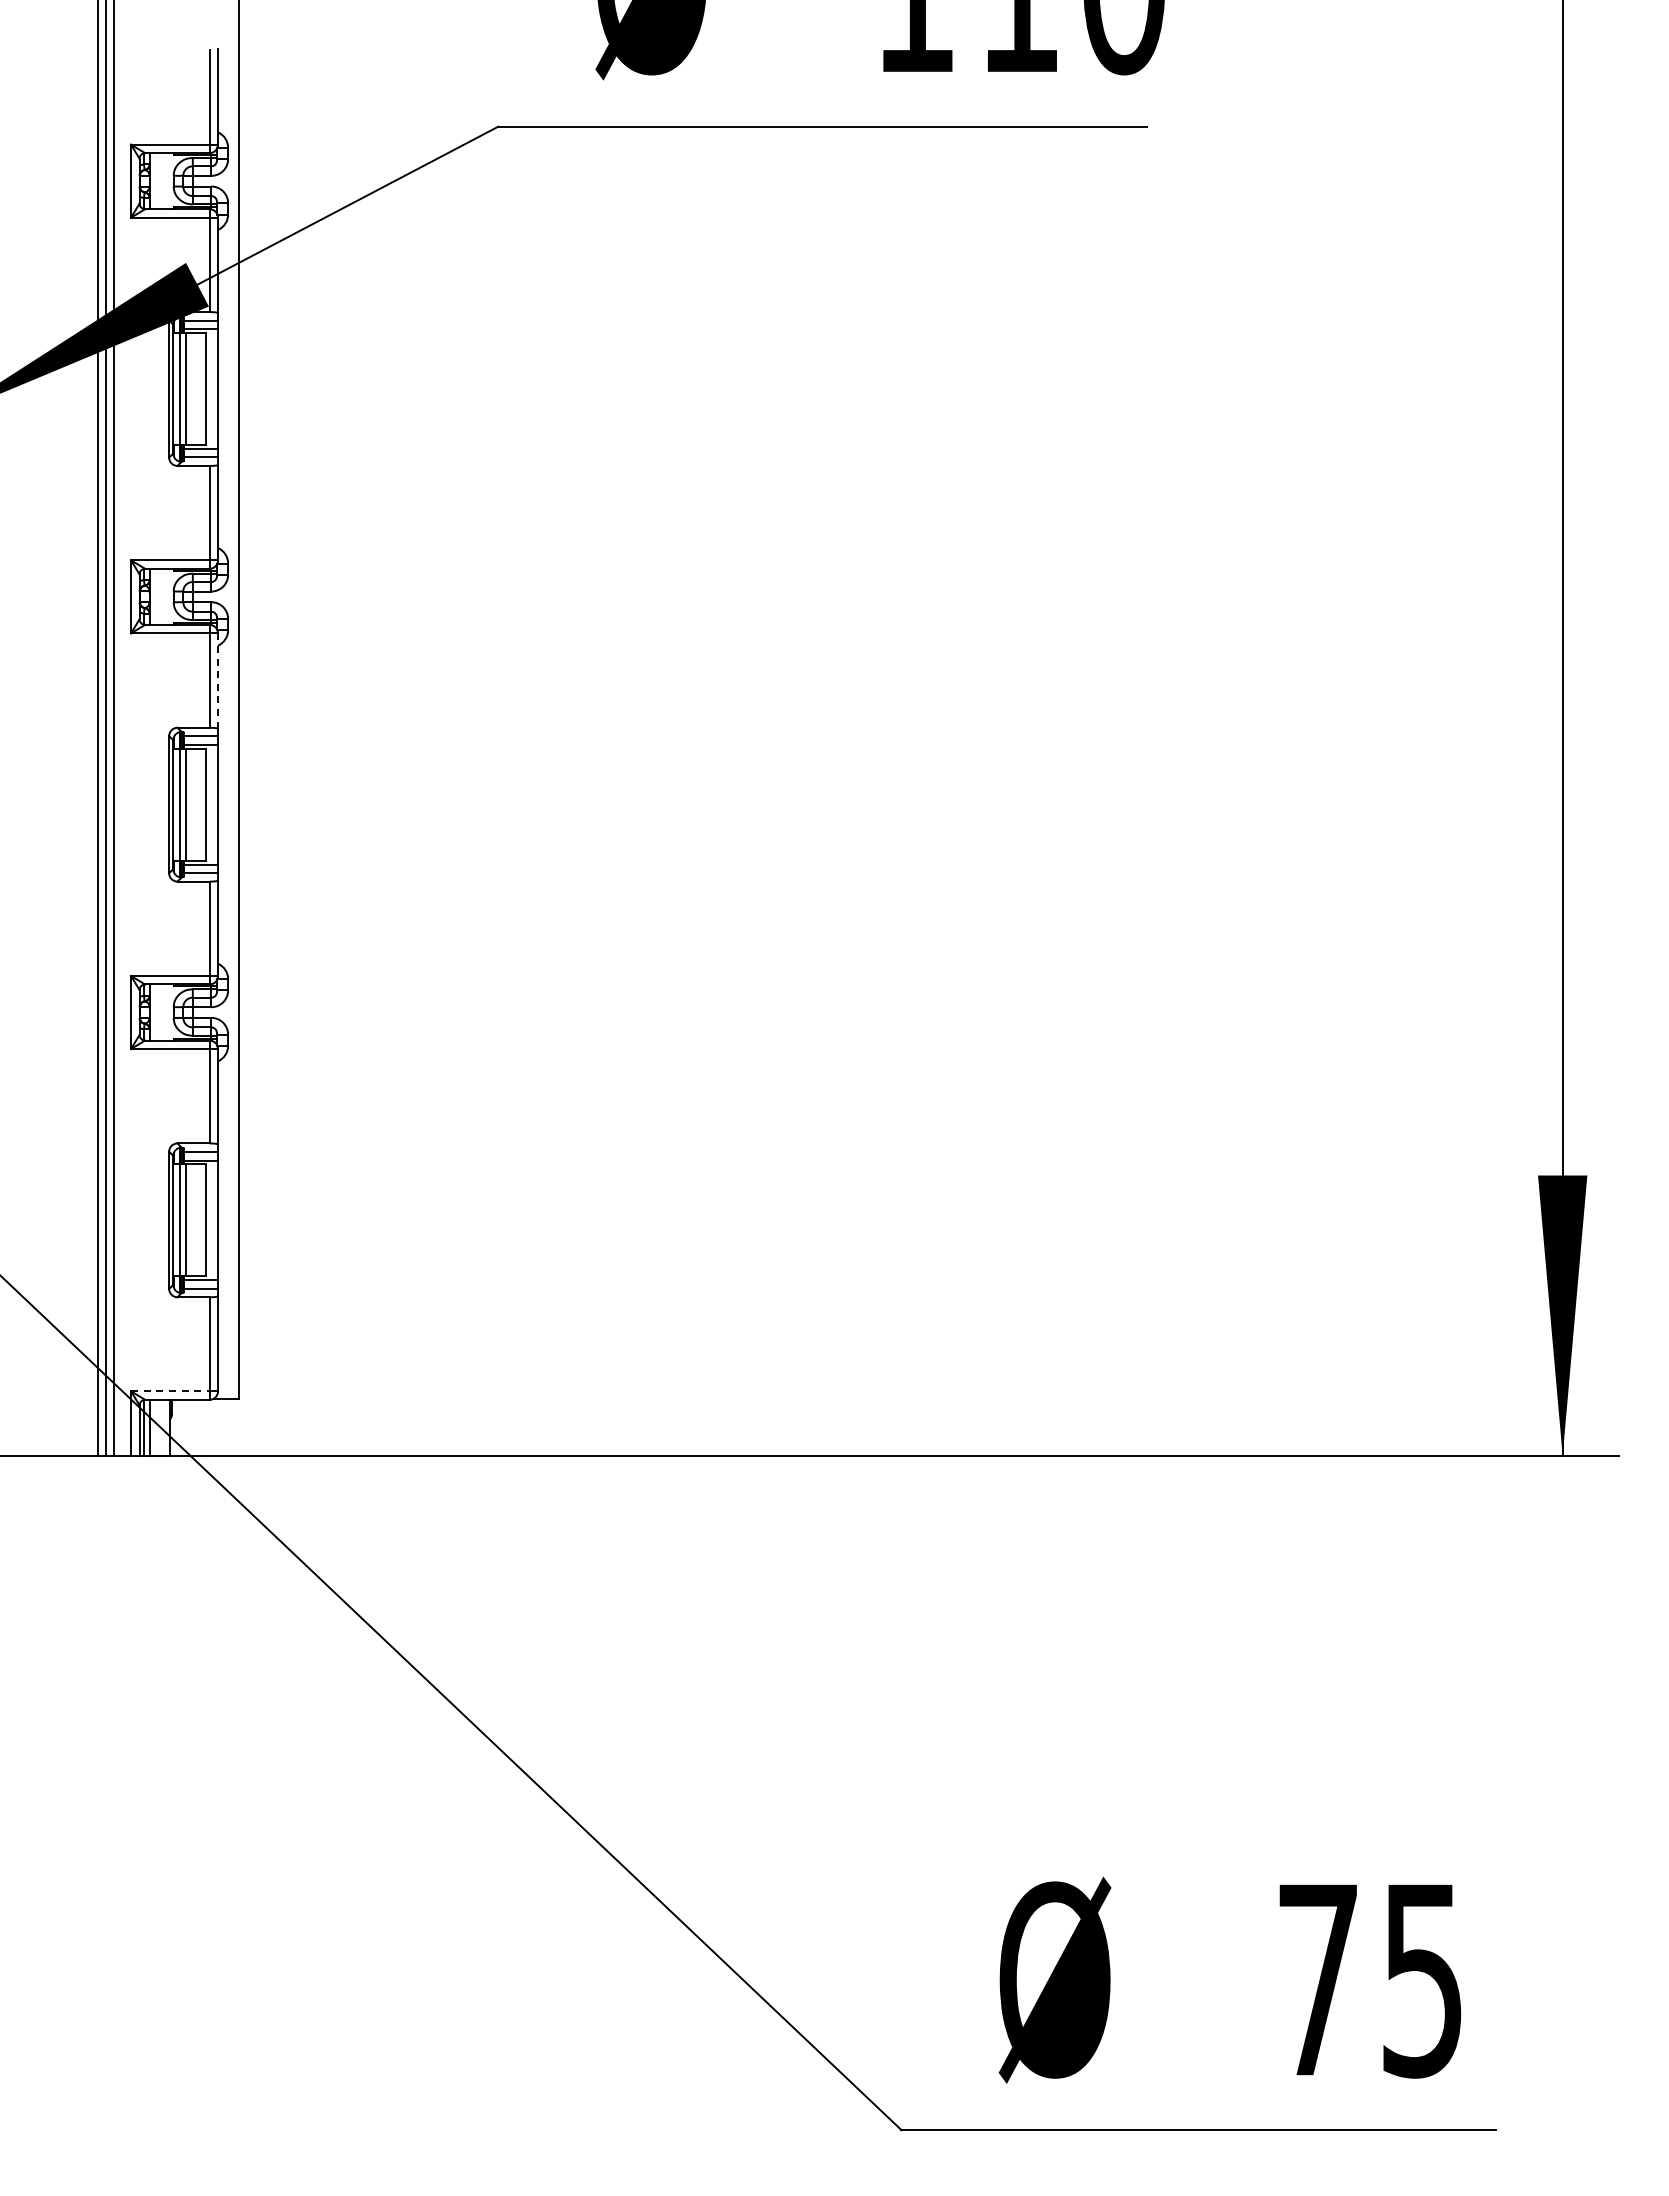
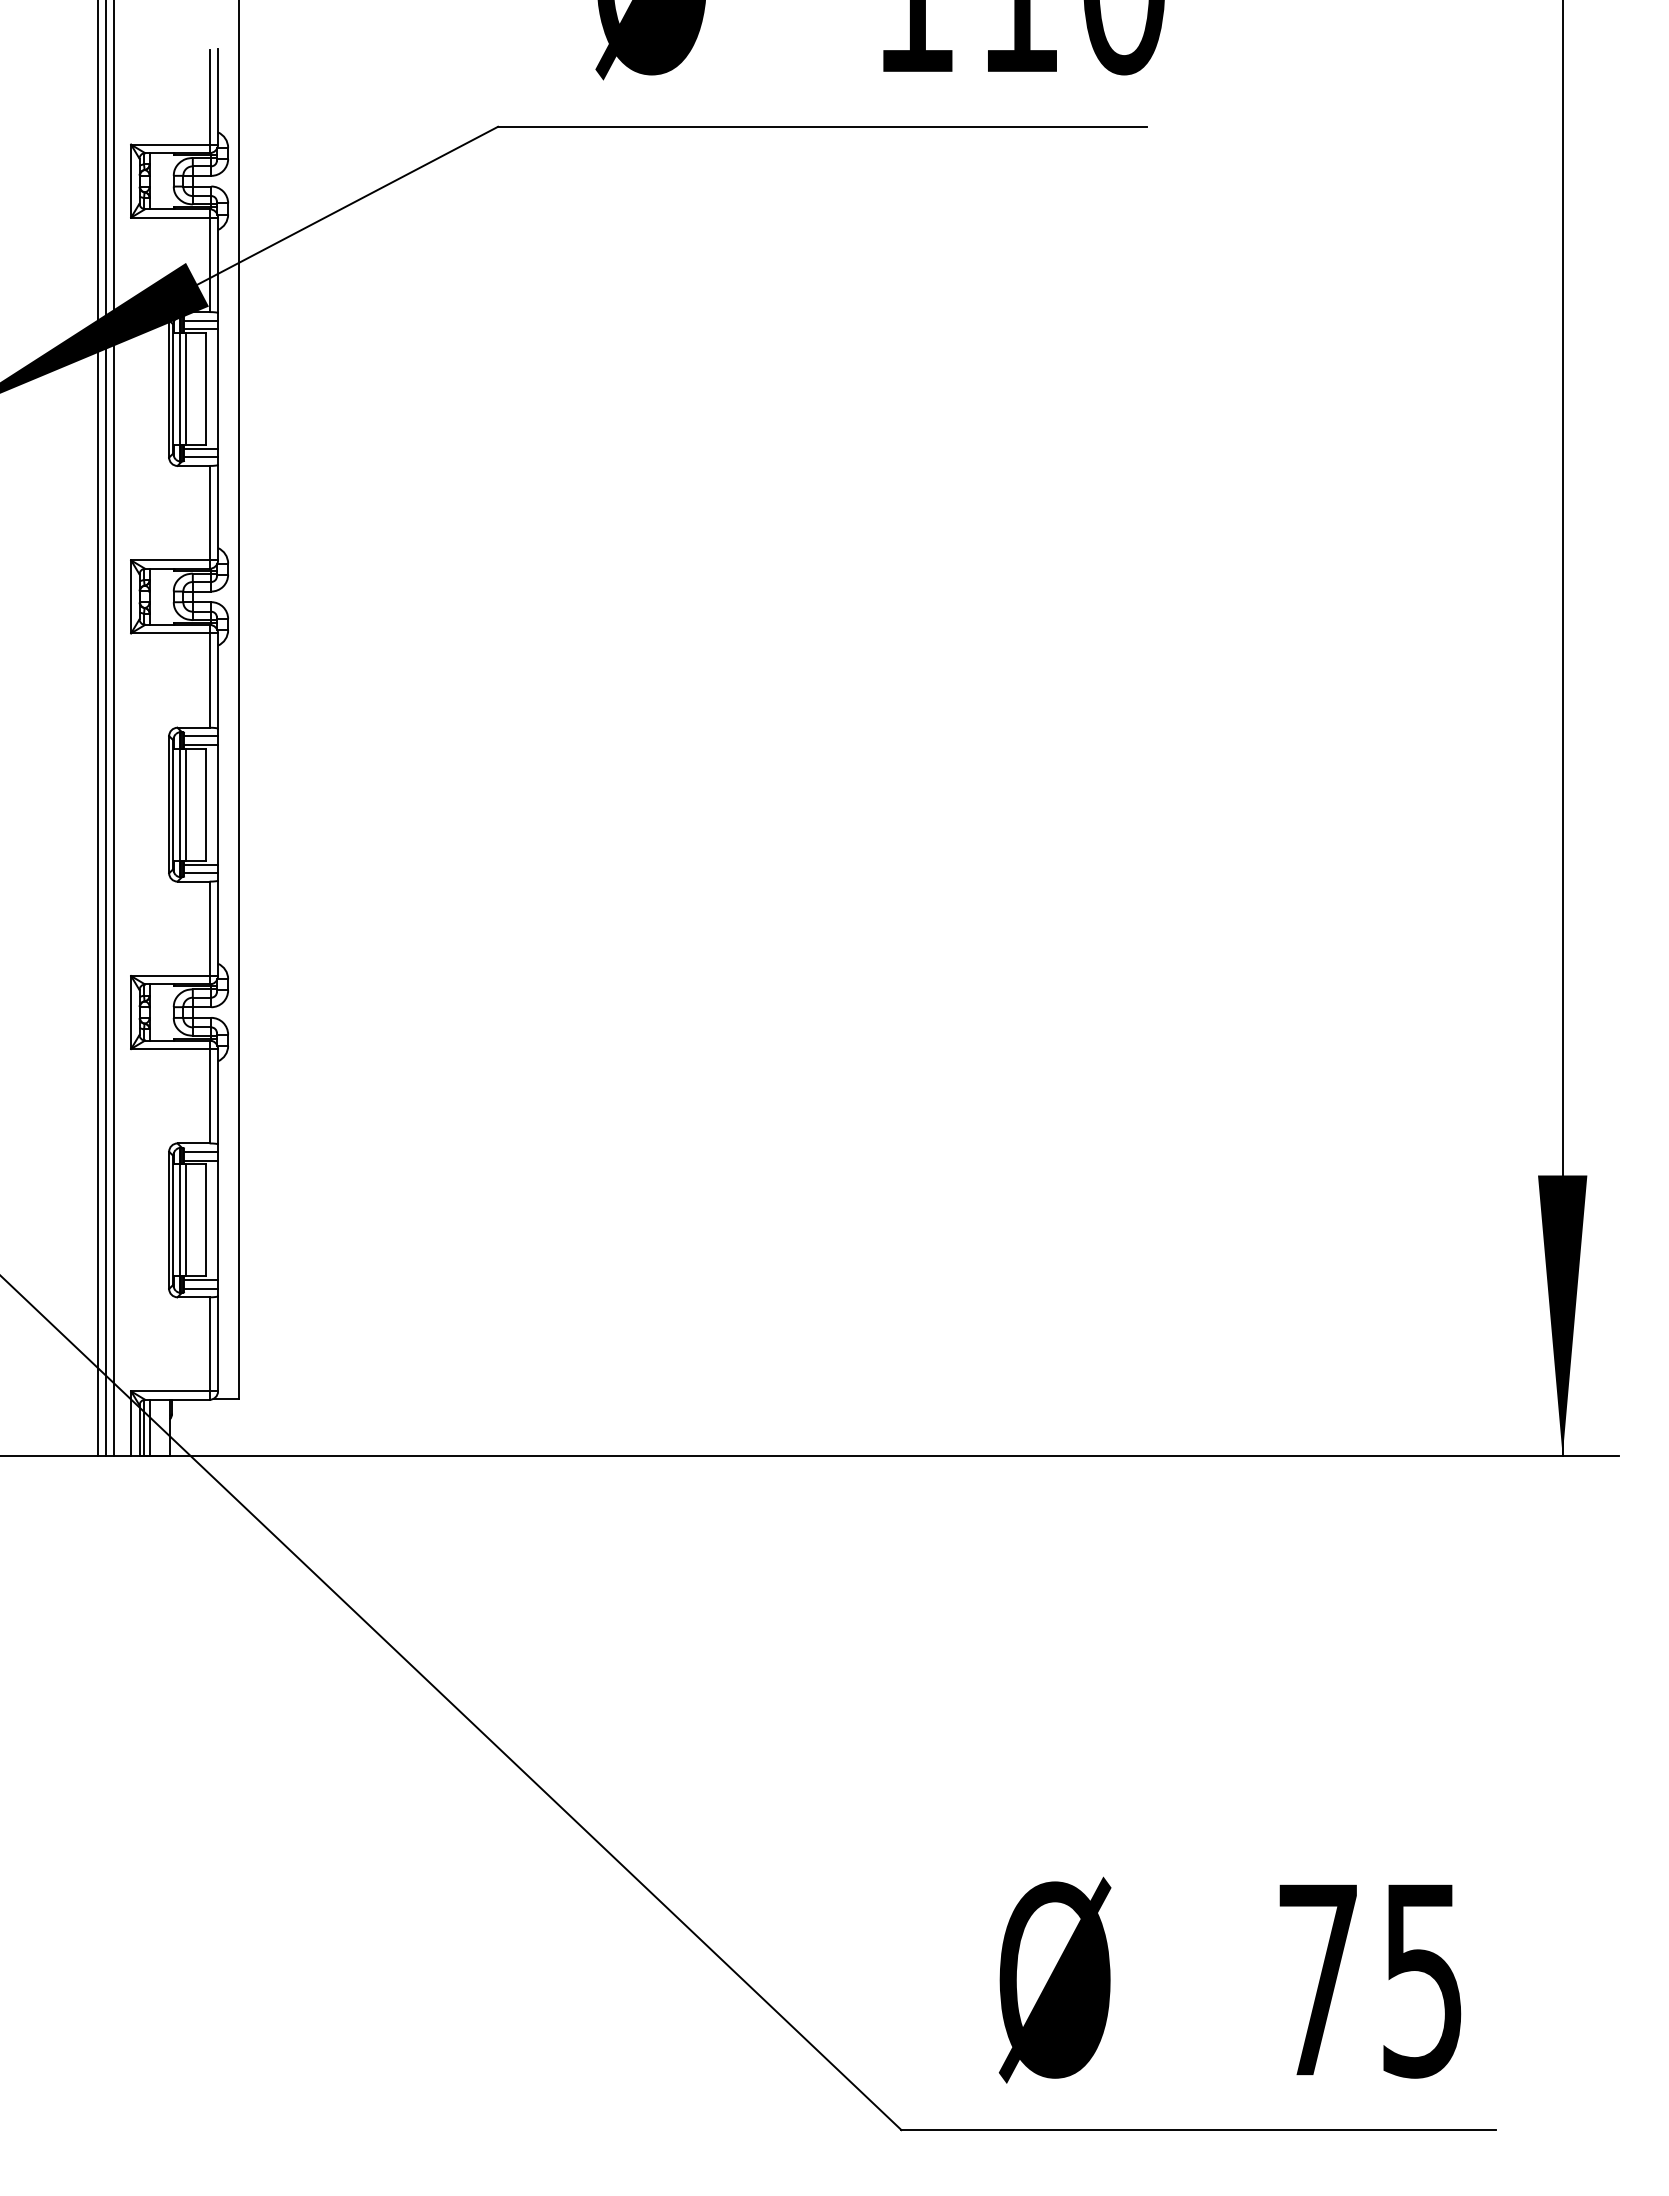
line at (218, 681): dashed -> solid
line at (170, 1391): dashed -> solid
